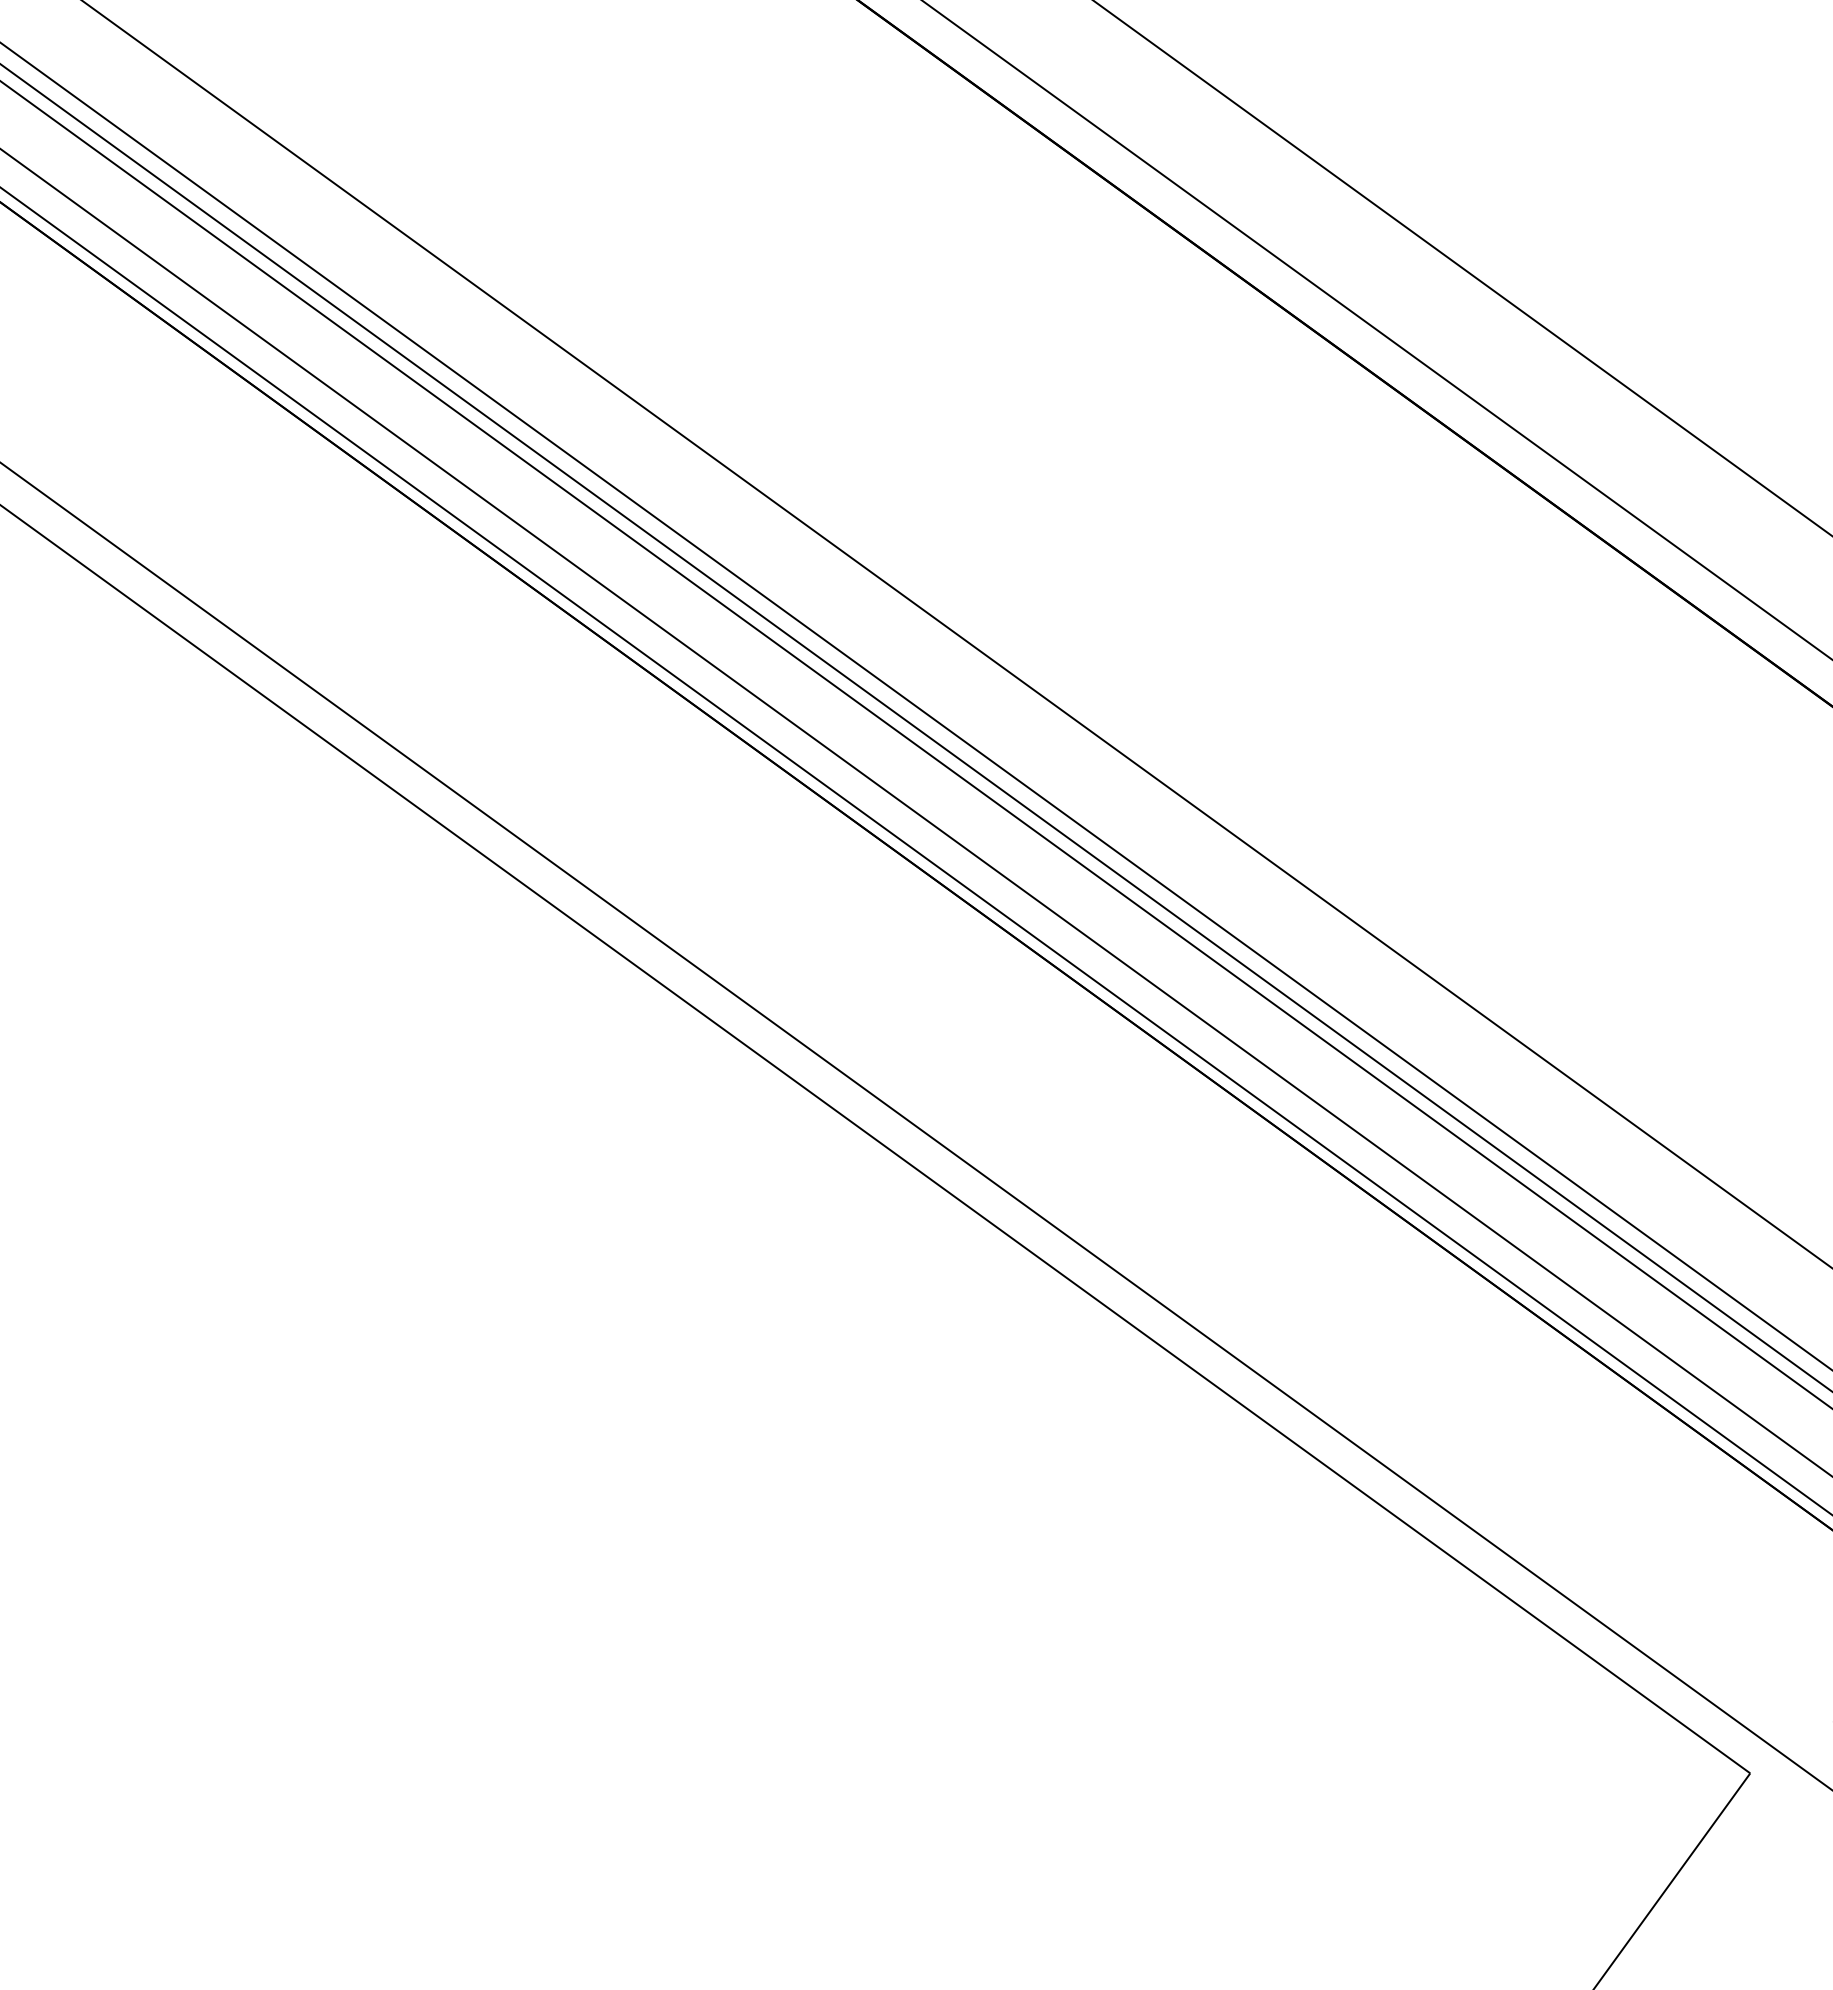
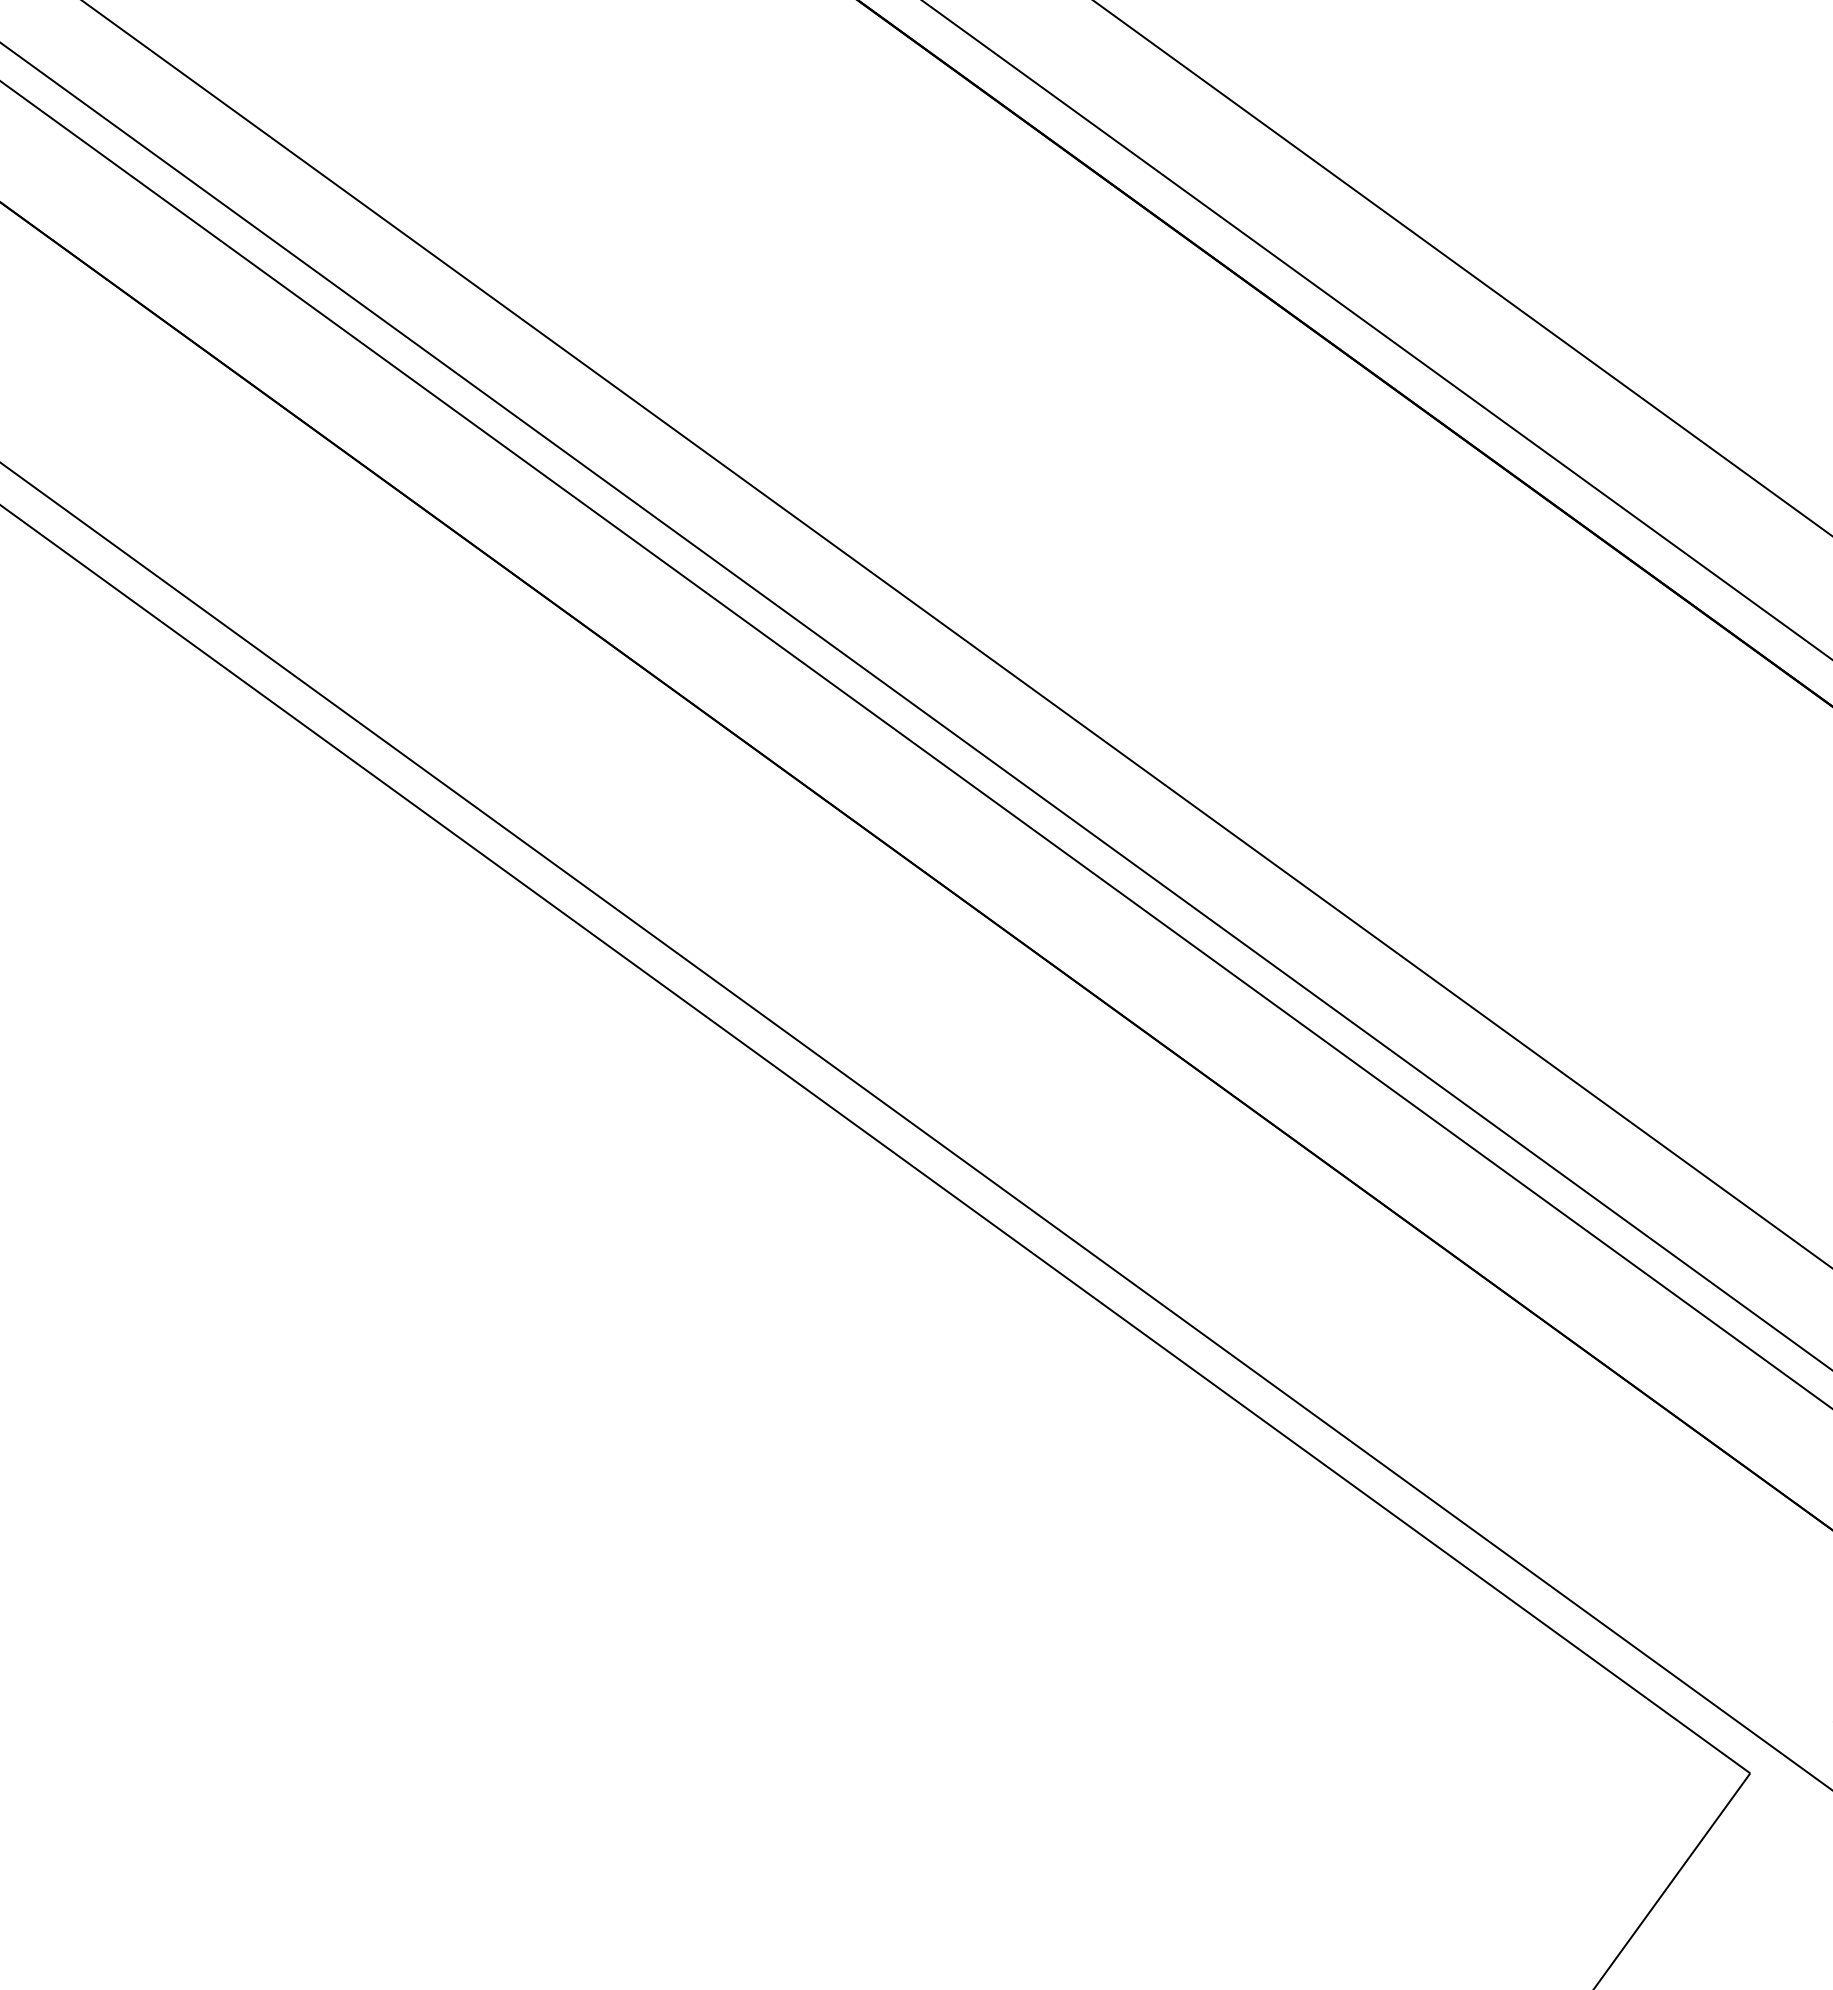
line at (915, 727): present -> none
line at (915, 812): present -> none
line at (915, 851): present -> none
